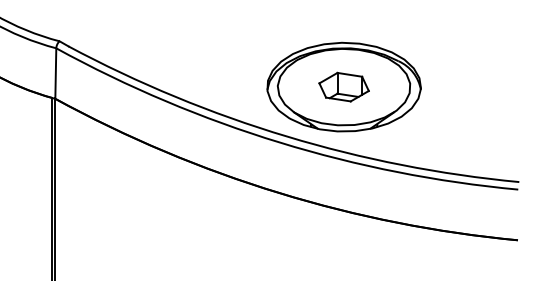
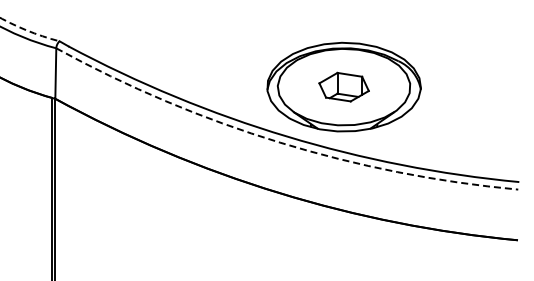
arc at (28, 31): solid -> dashed
arc at (280, 142): solid -> dashed
